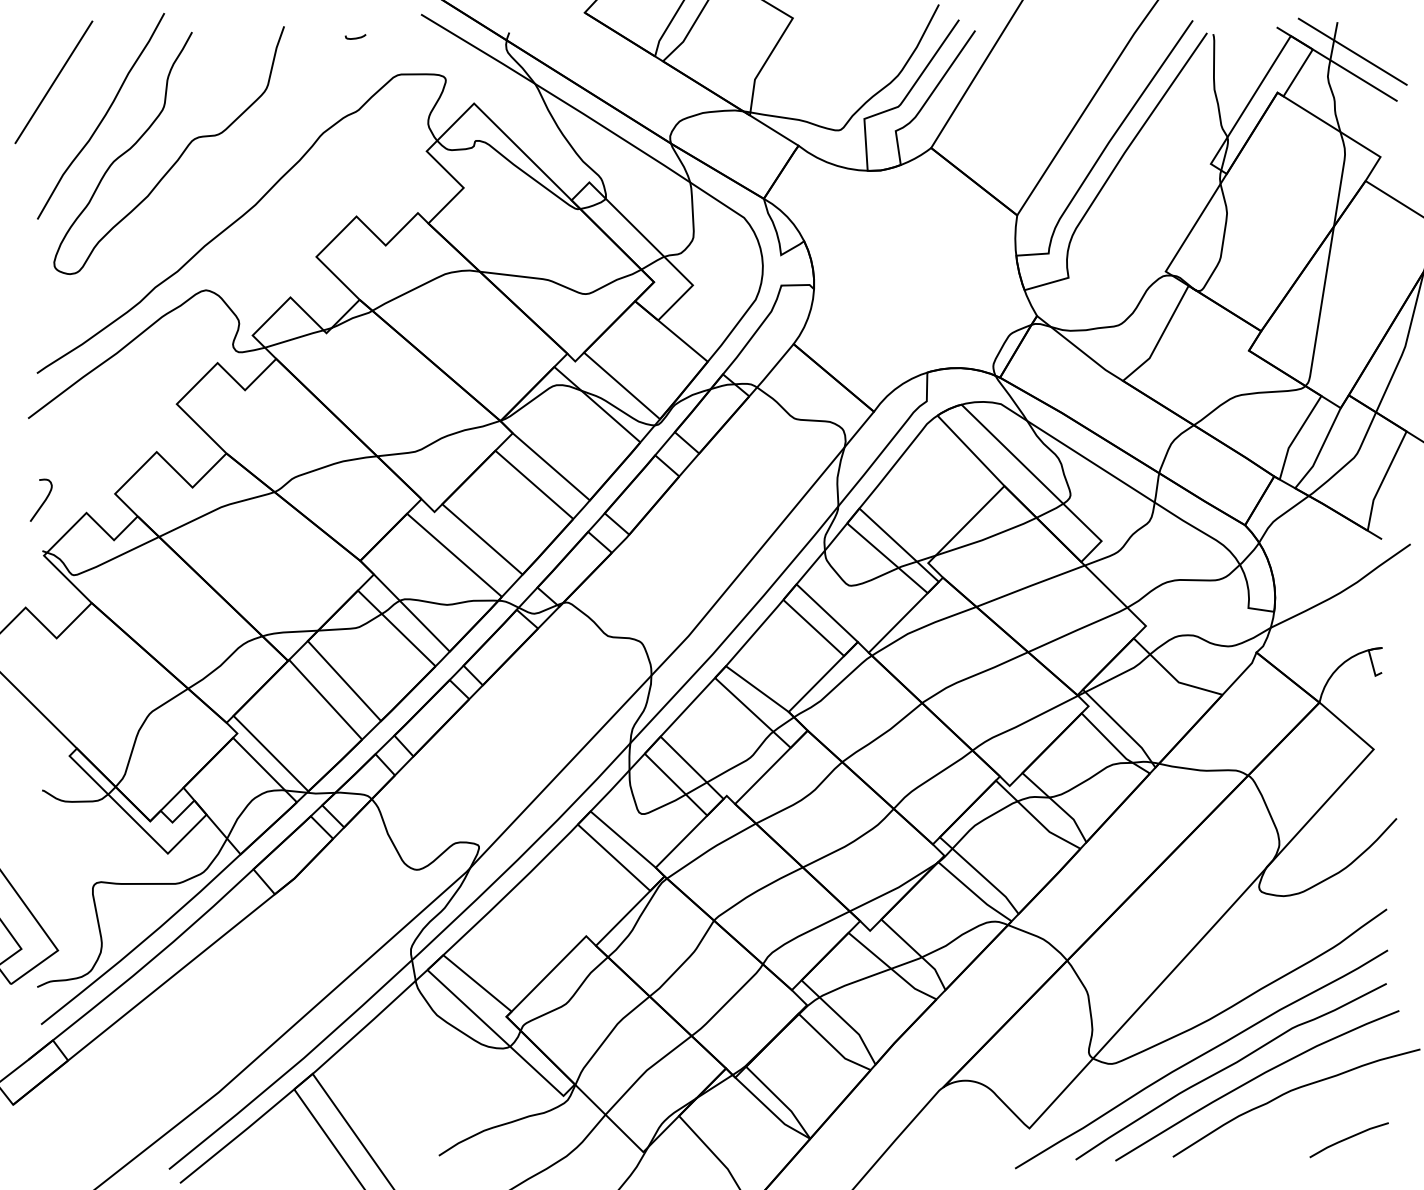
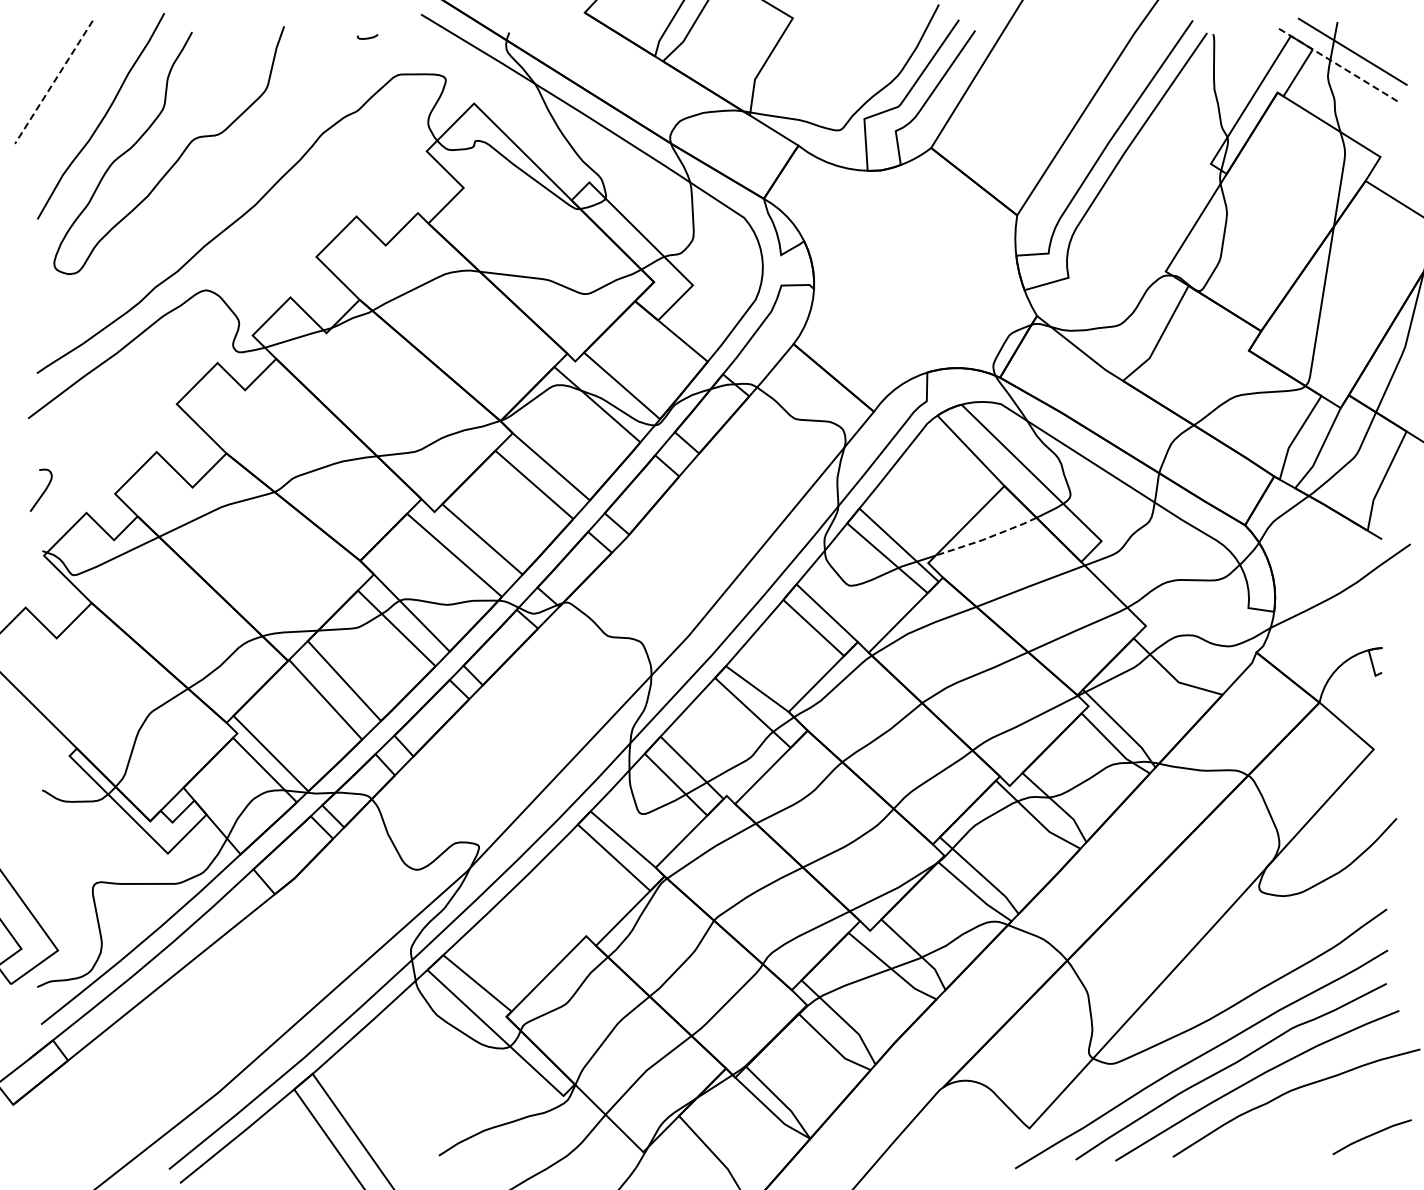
curve at (355, 37) position: (355, 37) -> (367, 37)
line at (1335, 63): solid -> dashed
line at (53, 82): solid -> dashed
curve at (43, 501) position: (43, 501) -> (43, 491)
line at (986, 538): solid -> dashed
line at (1348, 1139) position: (1348, 1139) -> (1371, 1136)
